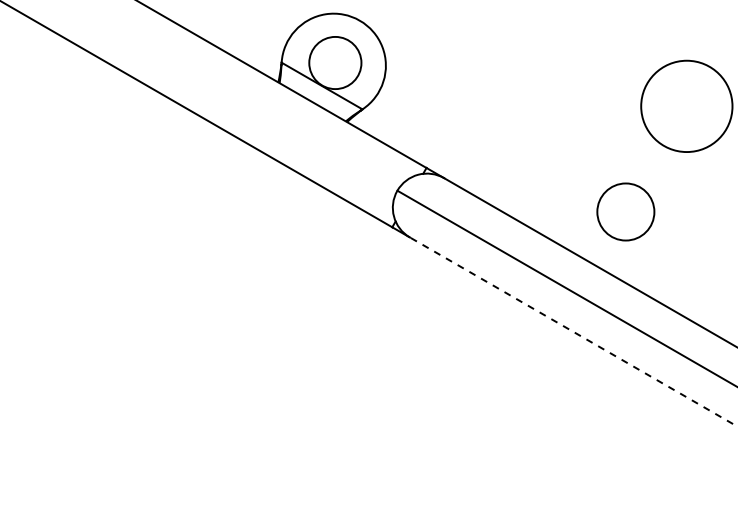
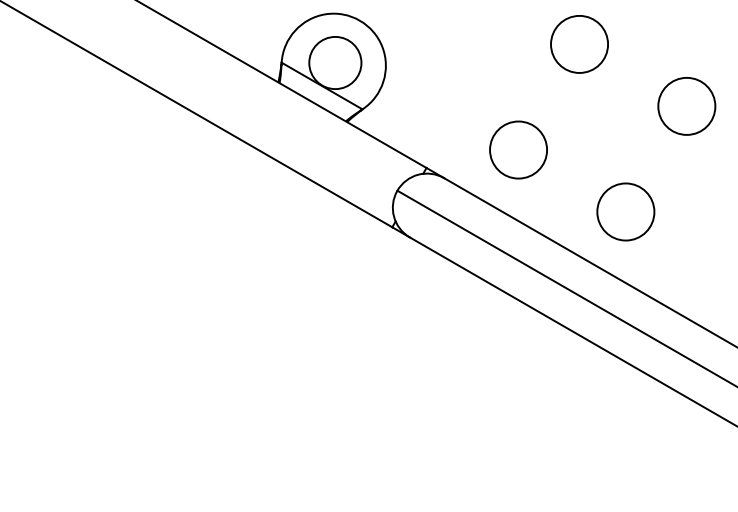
circle at (579, 44): none -> present
circle at (686, 106) diameter: 91 px -> 57 px
circle at (518, 149): none -> present
line at (573, 331): dashed -> solid
